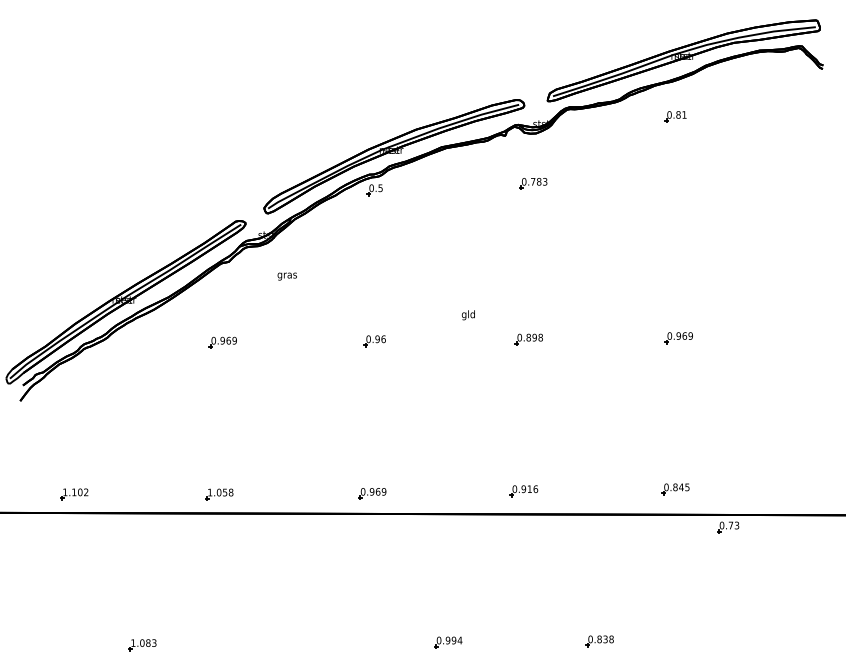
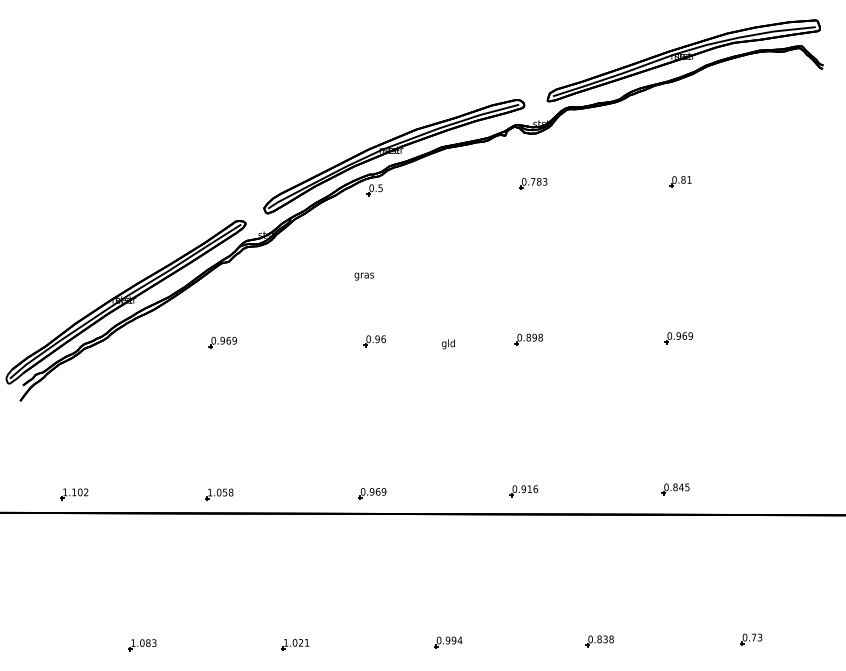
part at (675, 116) position: (675, 116) -> (680, 181)
text at (286, 276) position: (286, 276) -> (363, 276)
text at (467, 315) position: (467, 315) -> (447, 344)
part at (728, 527) position: (728, 527) -> (751, 639)
part at (295, 644): none -> present
